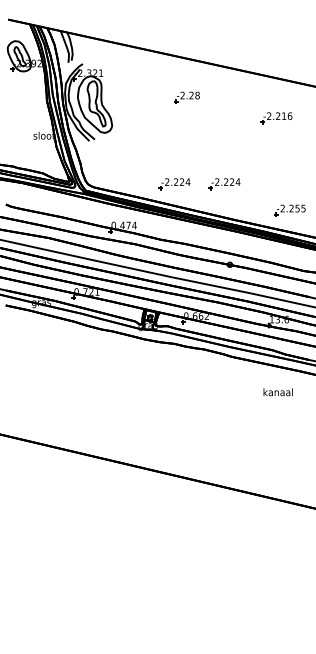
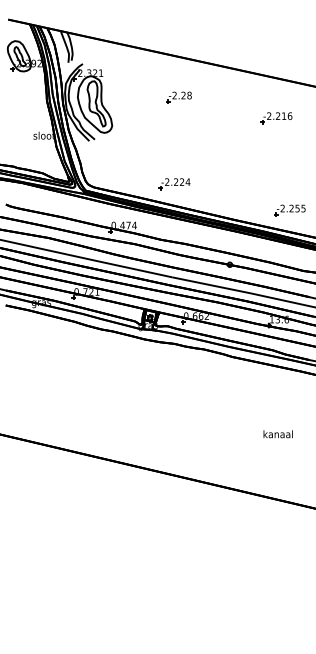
part at (186, 97) position: (186, 97) -> (178, 97)
part at (224, 184): present -> none
text at (277, 392) position: (277, 392) -> (277, 434)
